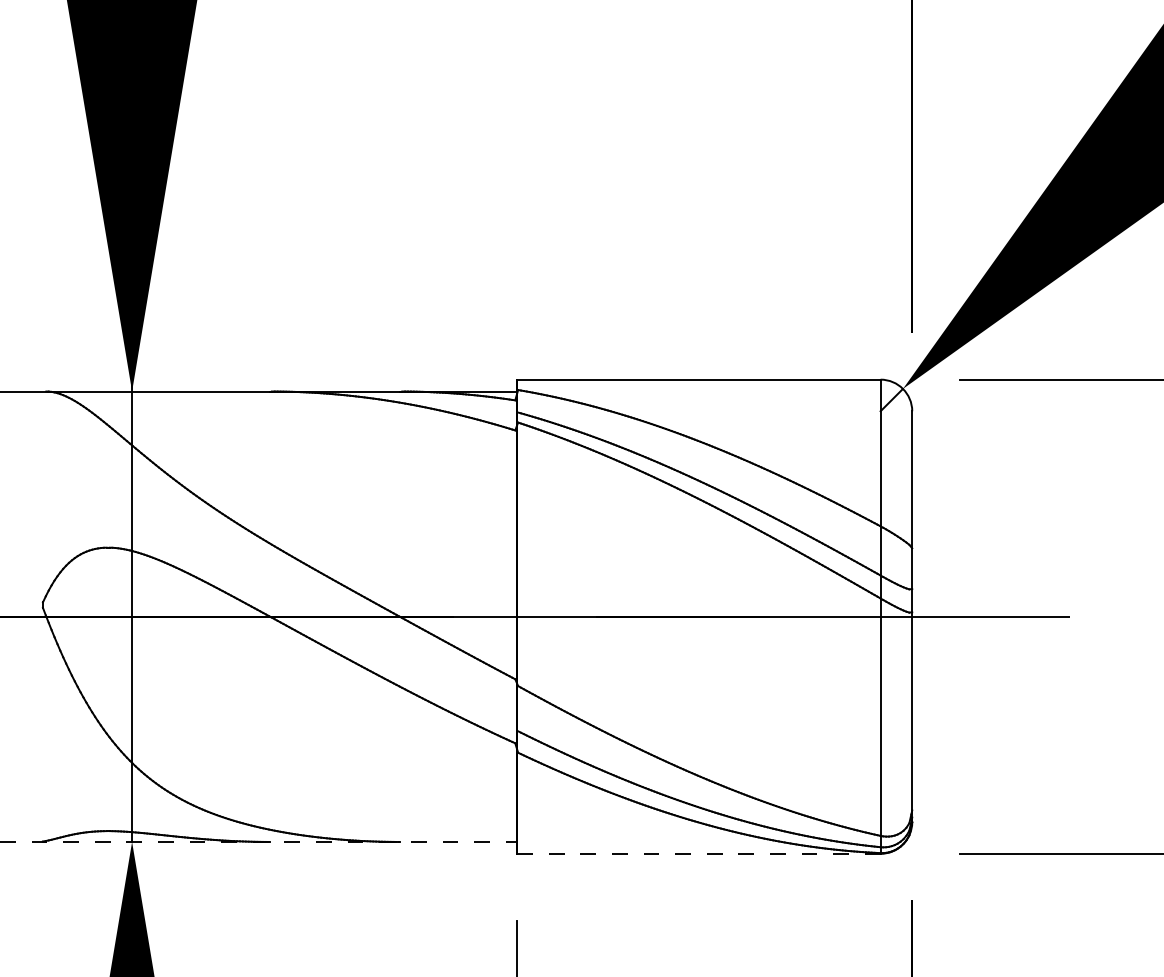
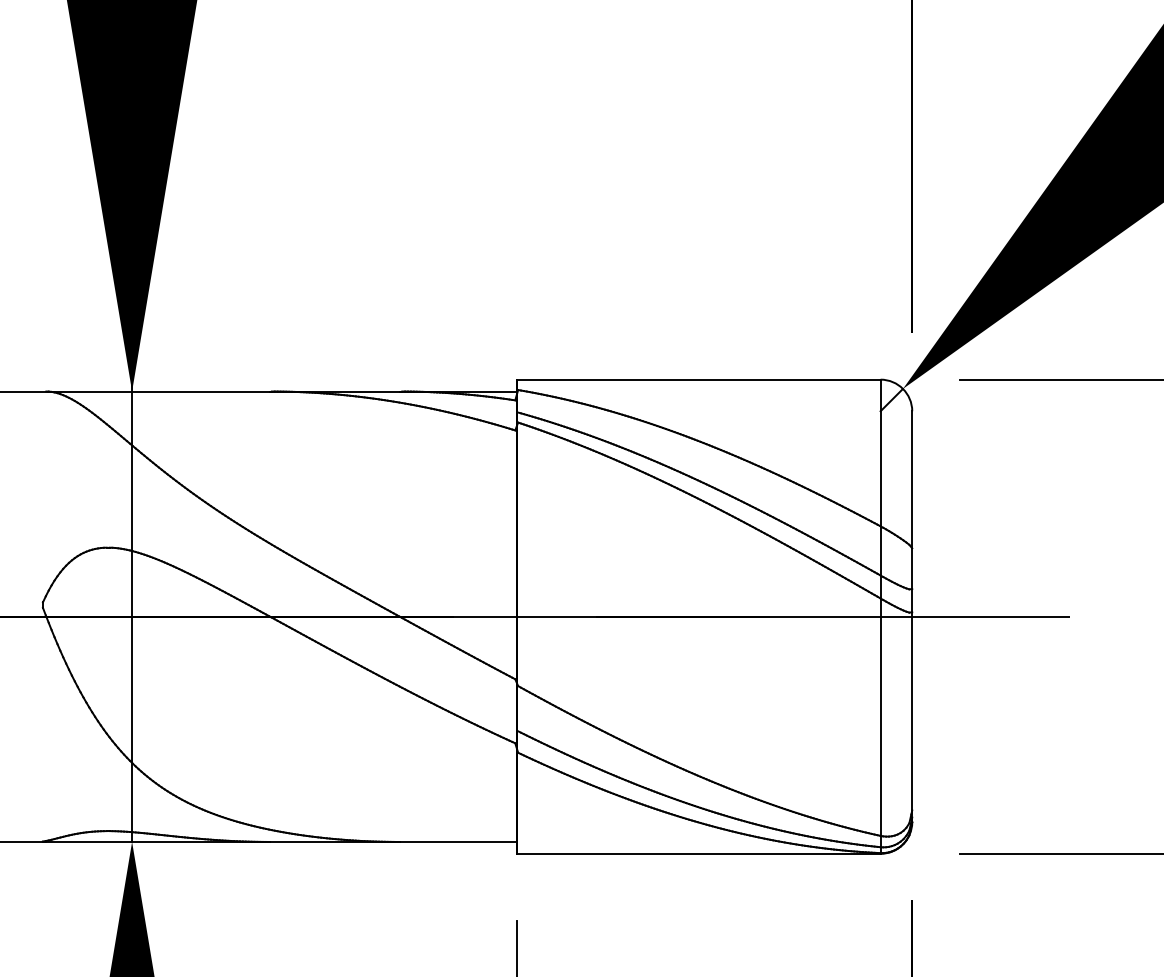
line at (259, 841): dashed -> solid
line at (698, 853): dashed -> solid
